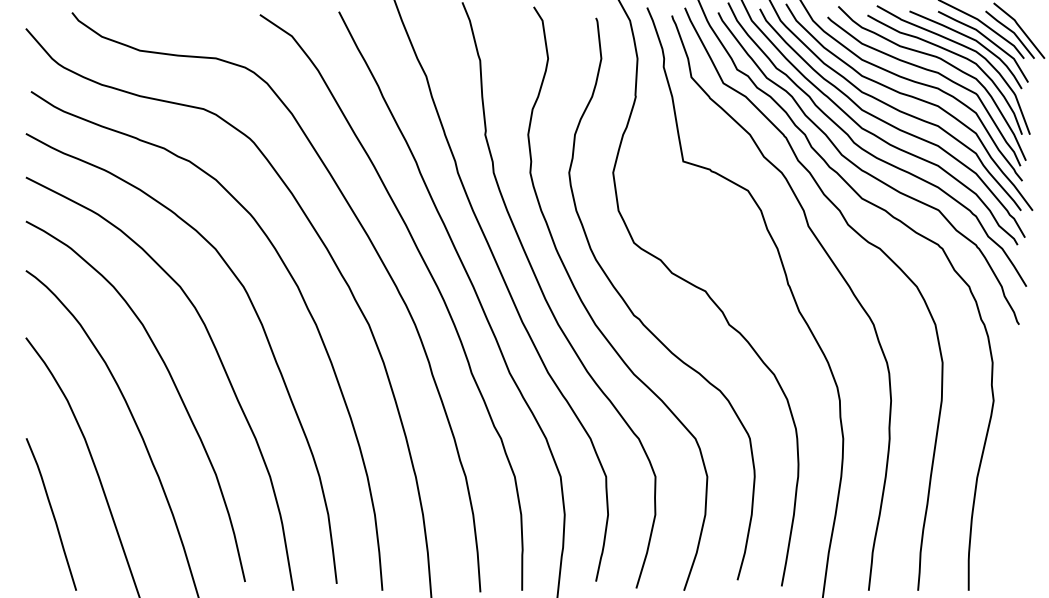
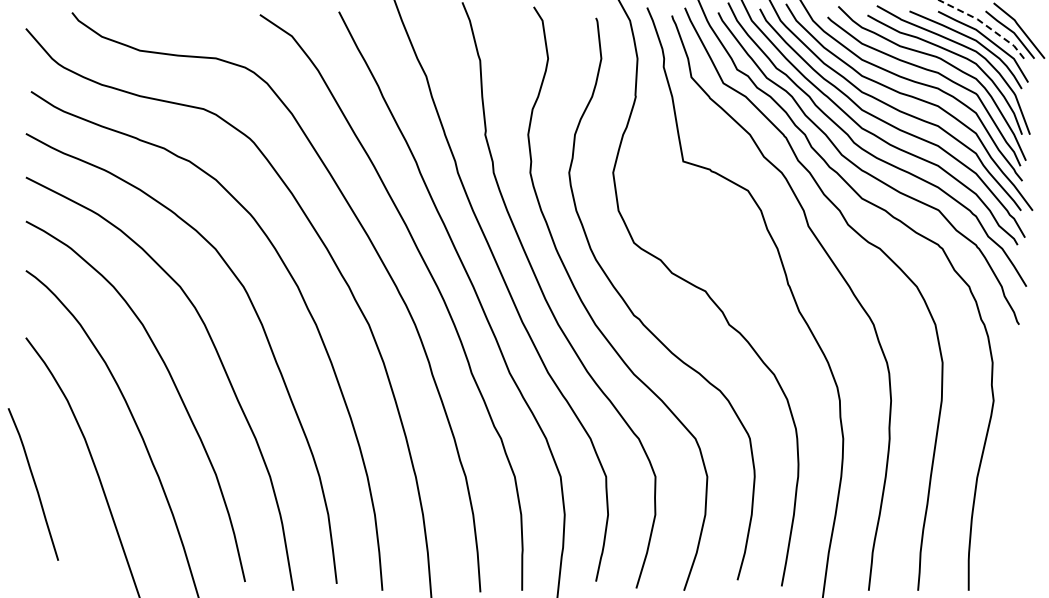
line at (985, 25): solid -> dashed
curve at (52, 514) position: (52, 514) -> (34, 484)
